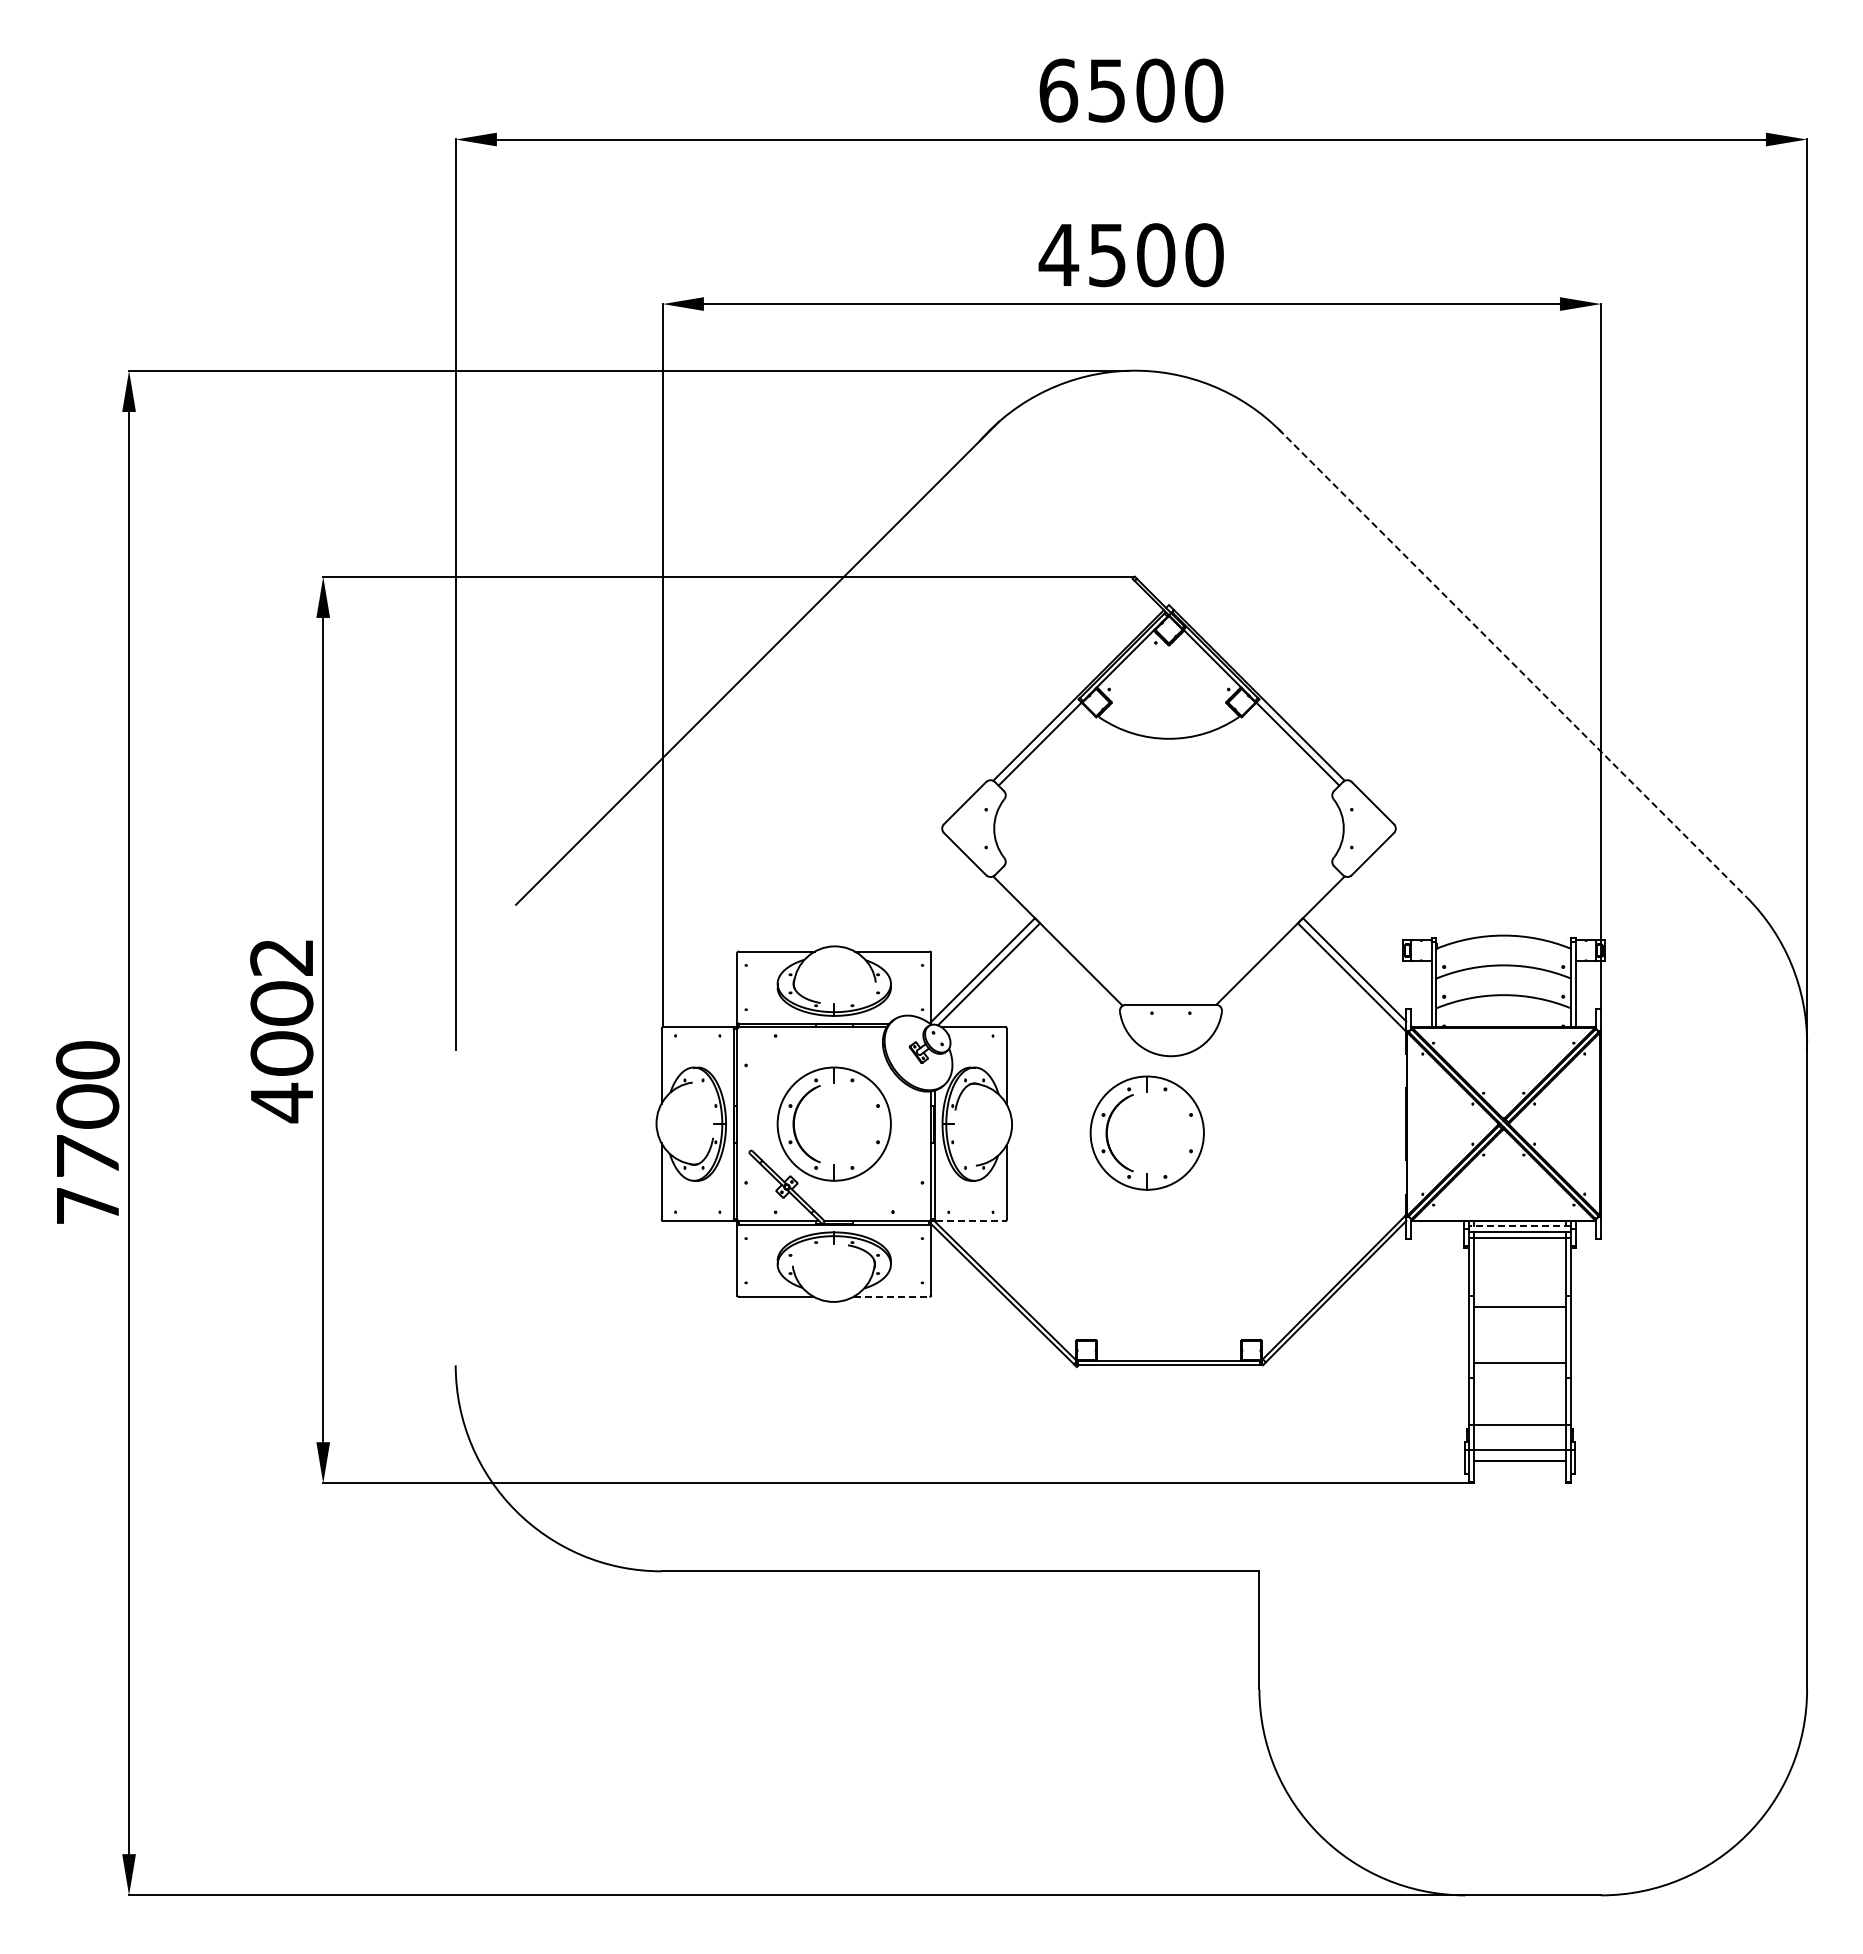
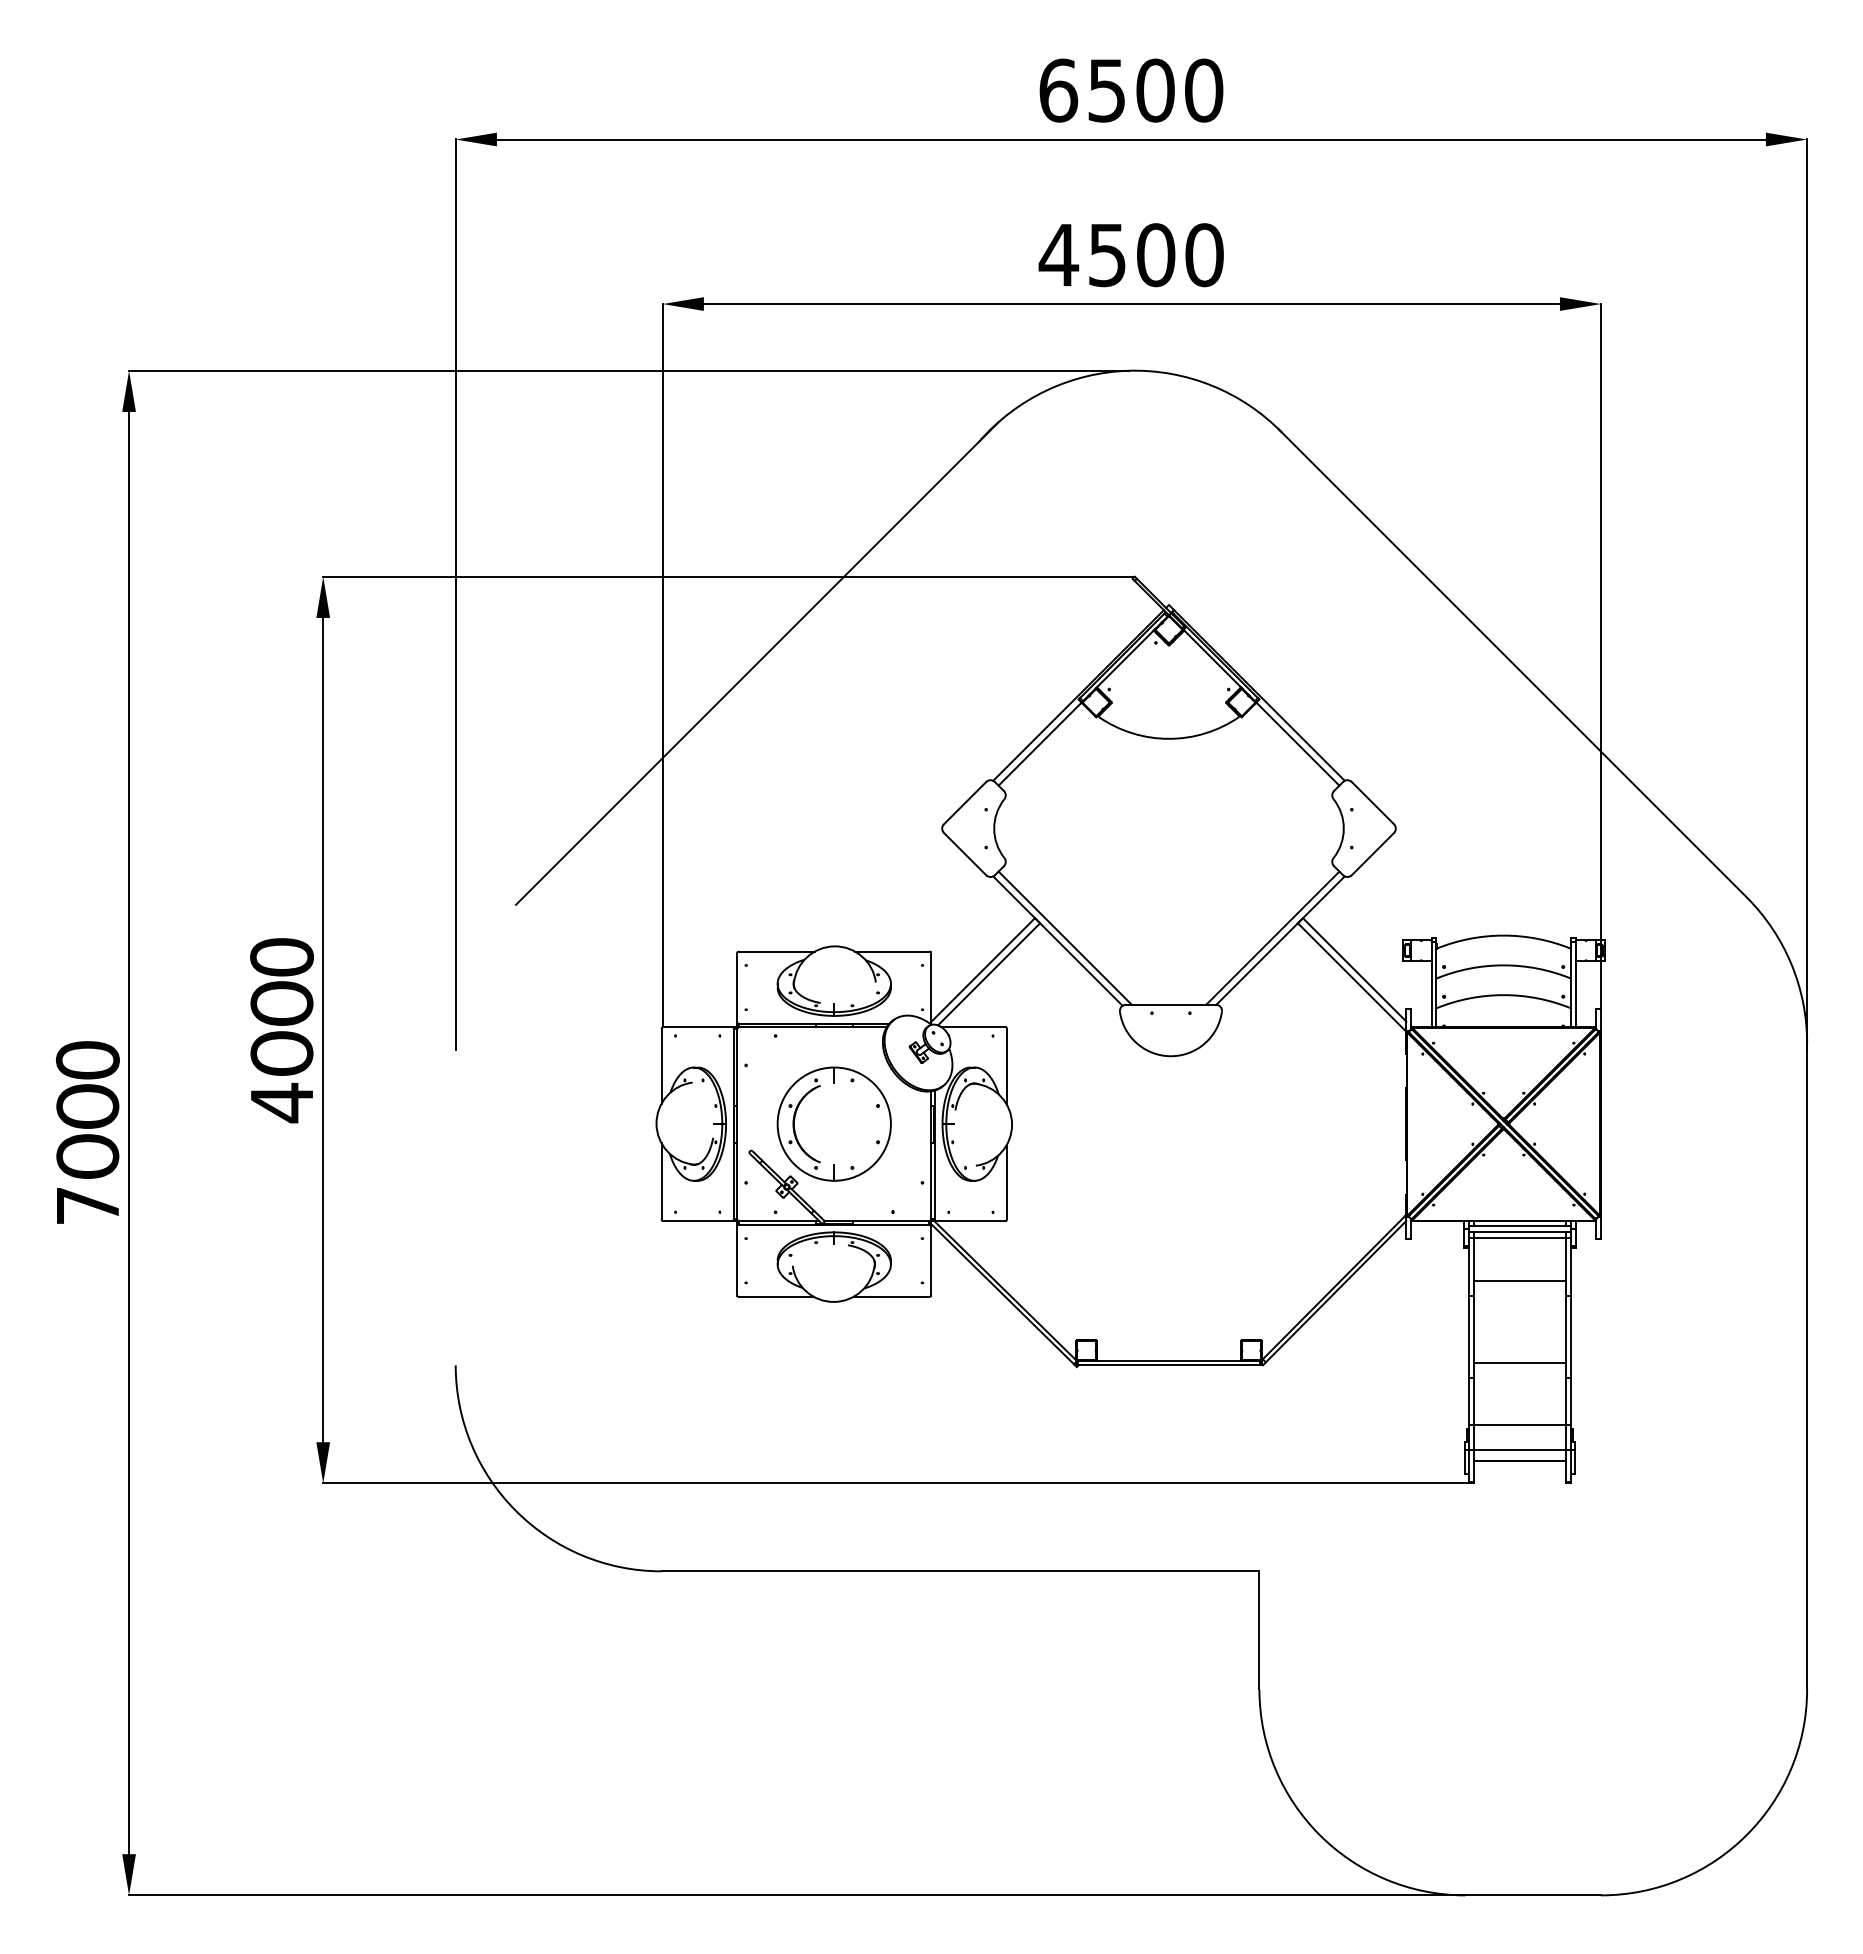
line at (1512, 663): dashed -> solid
line at (1064, 937): none -> present
line at (1272, 937): none -> present
text at (282, 957): 2 -> 0
part at (1146, 1132): present -> none
text at (87, 1156): 70 -> 00
line at (971, 1221): dashed -> solid
line at (1519, 1226): dashed -> solid
line at (891, 1296): dashed -> solid
line at (1519, 1307) position: (1519, 1307) -> (1519, 1281)
